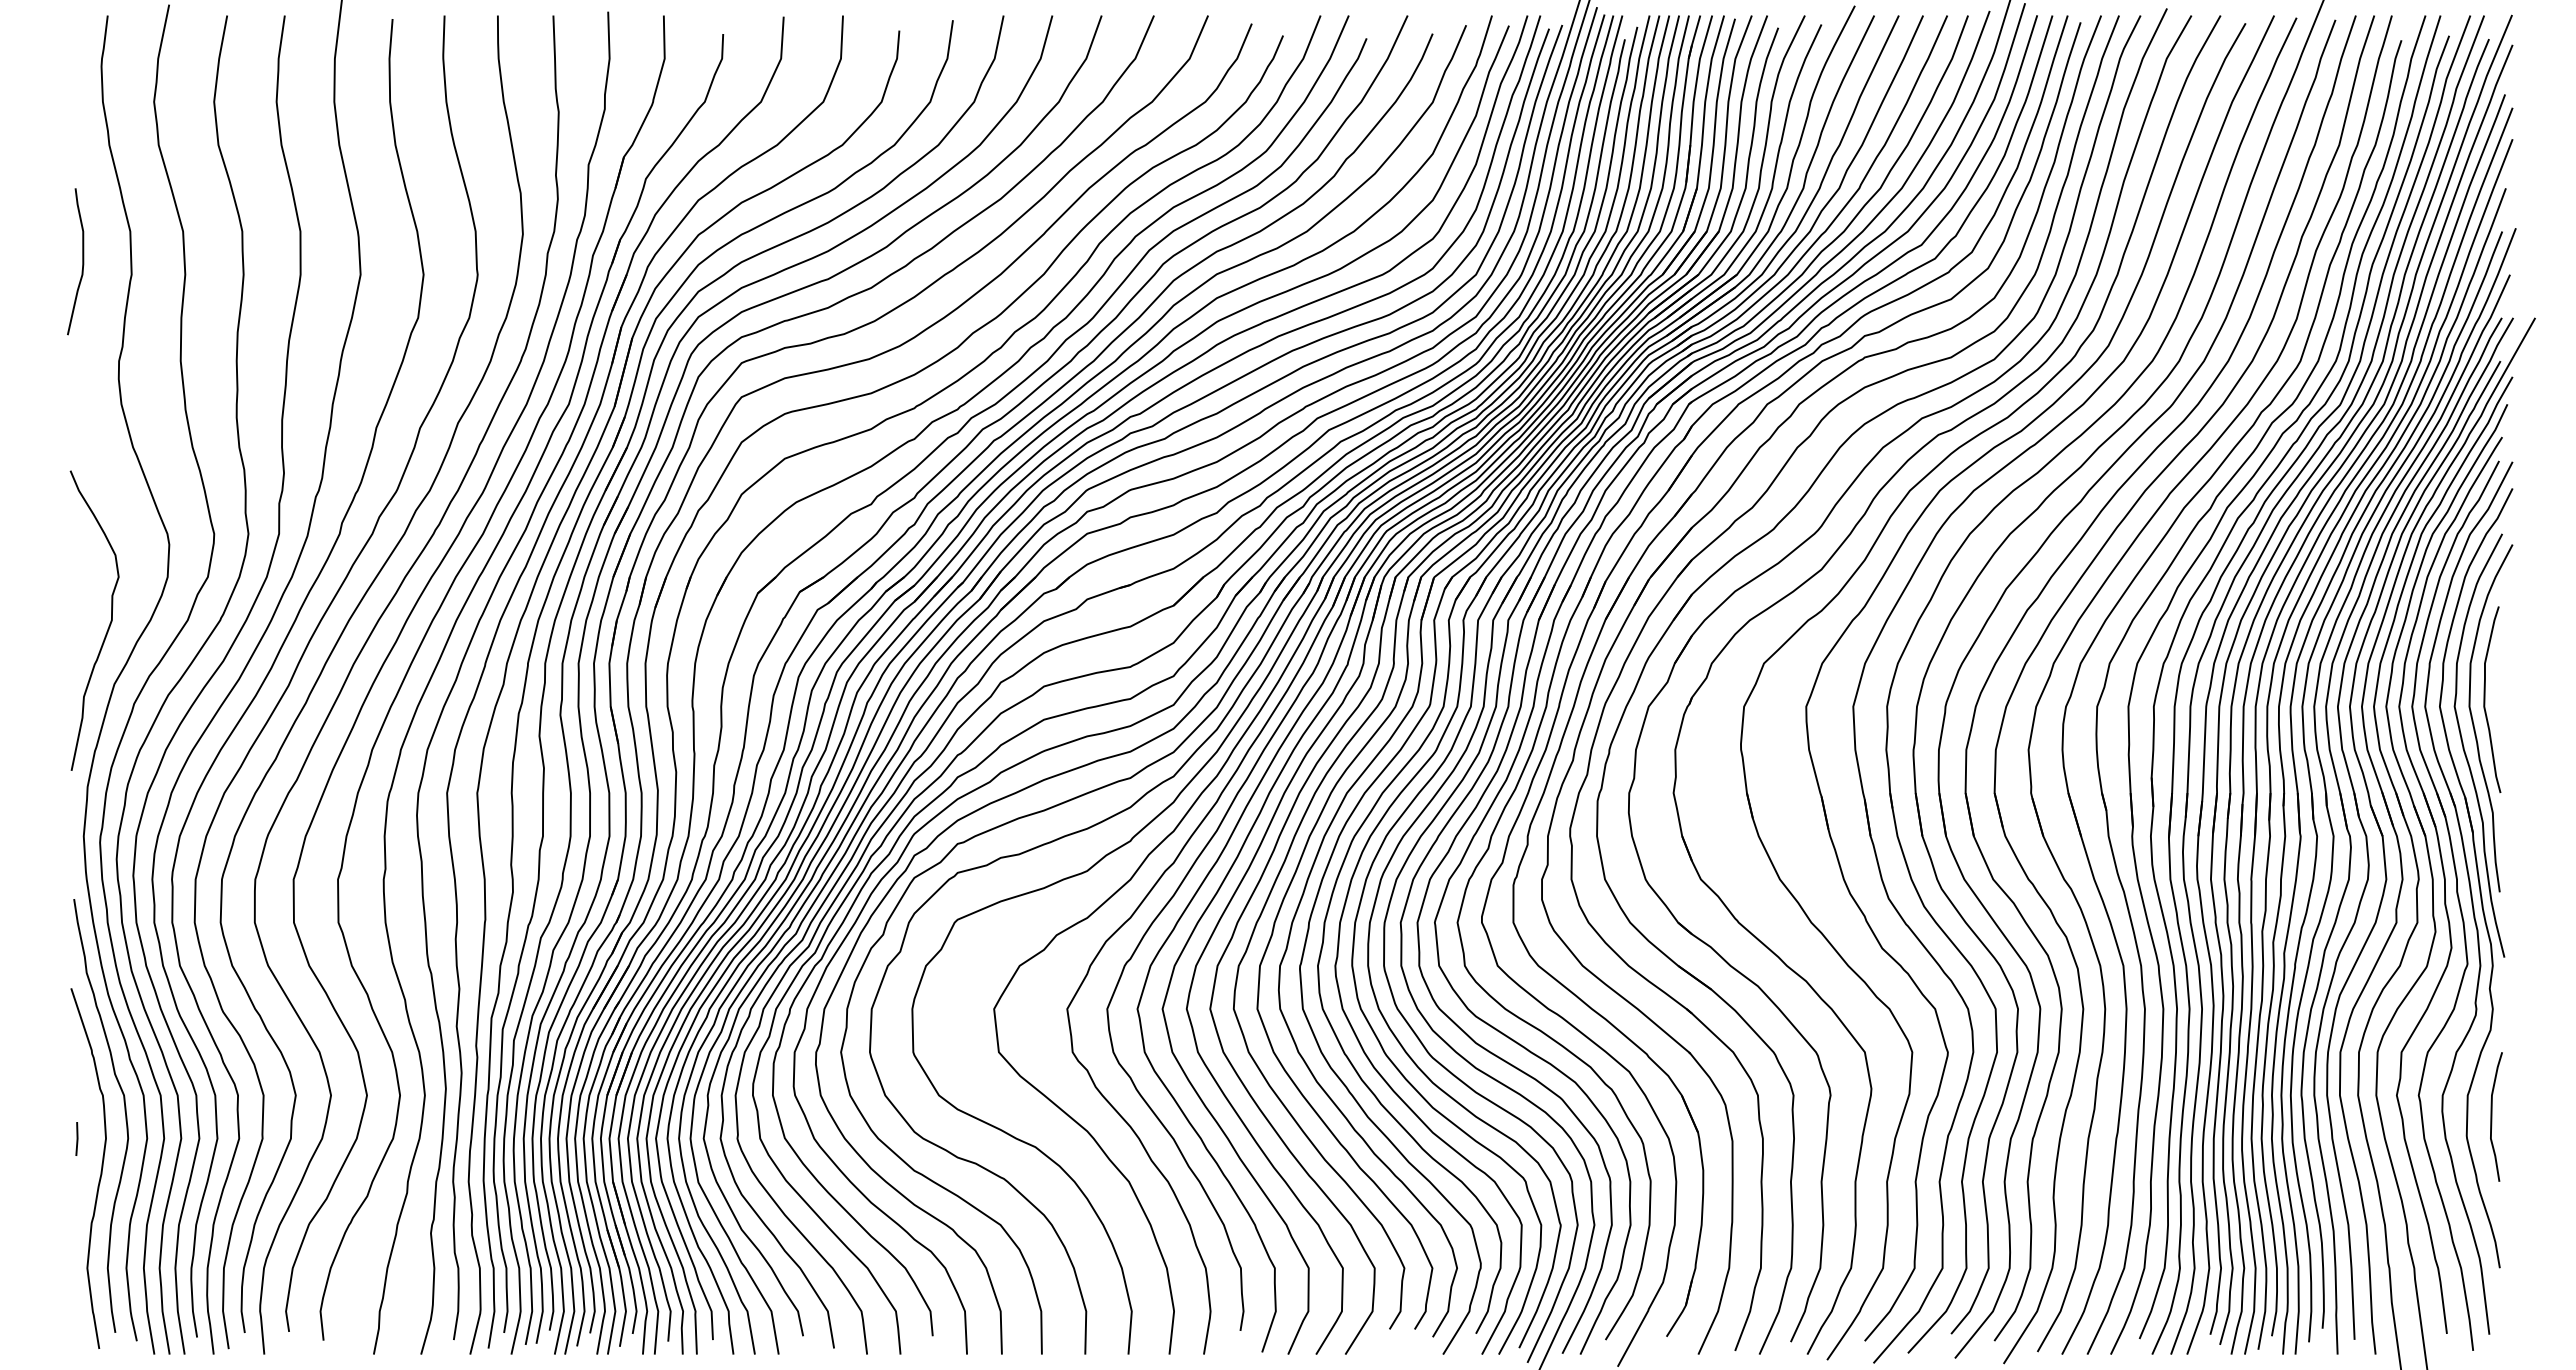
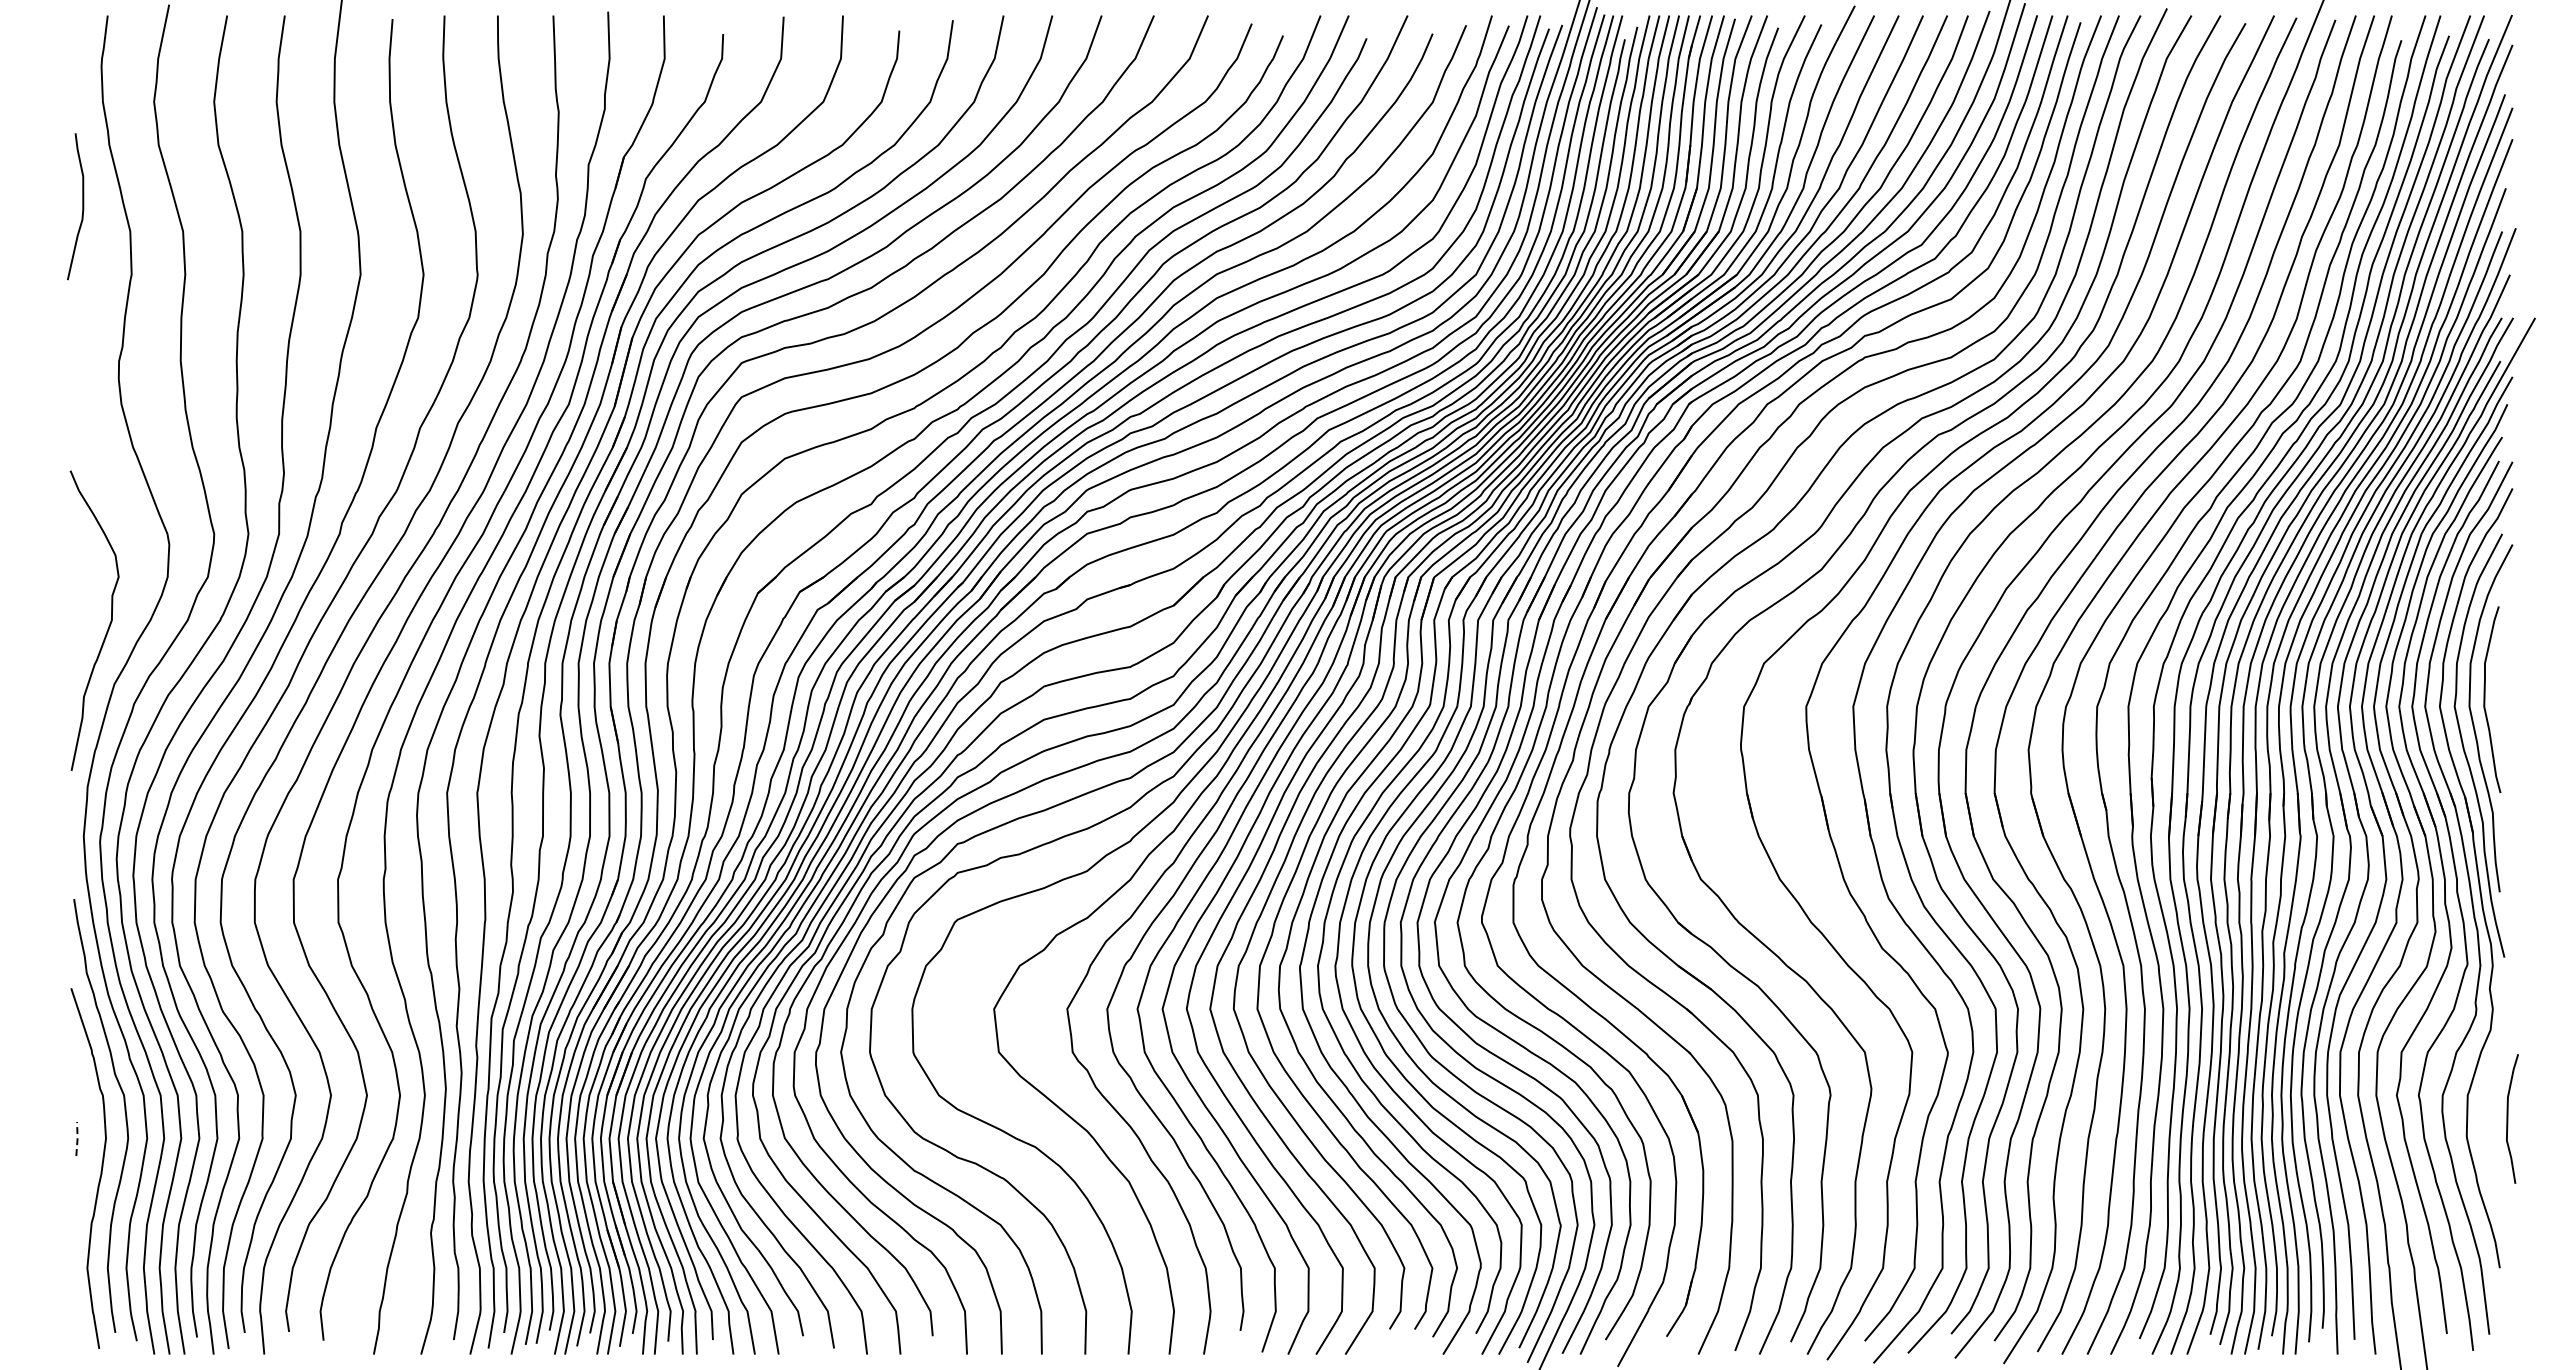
curve at (82, 261) position: (82, 261) -> (82, 206)
curve at (2492, 1116) position: (2492, 1116) -> (2508, 1118)
line at (77, 1138): solid -> dashed
